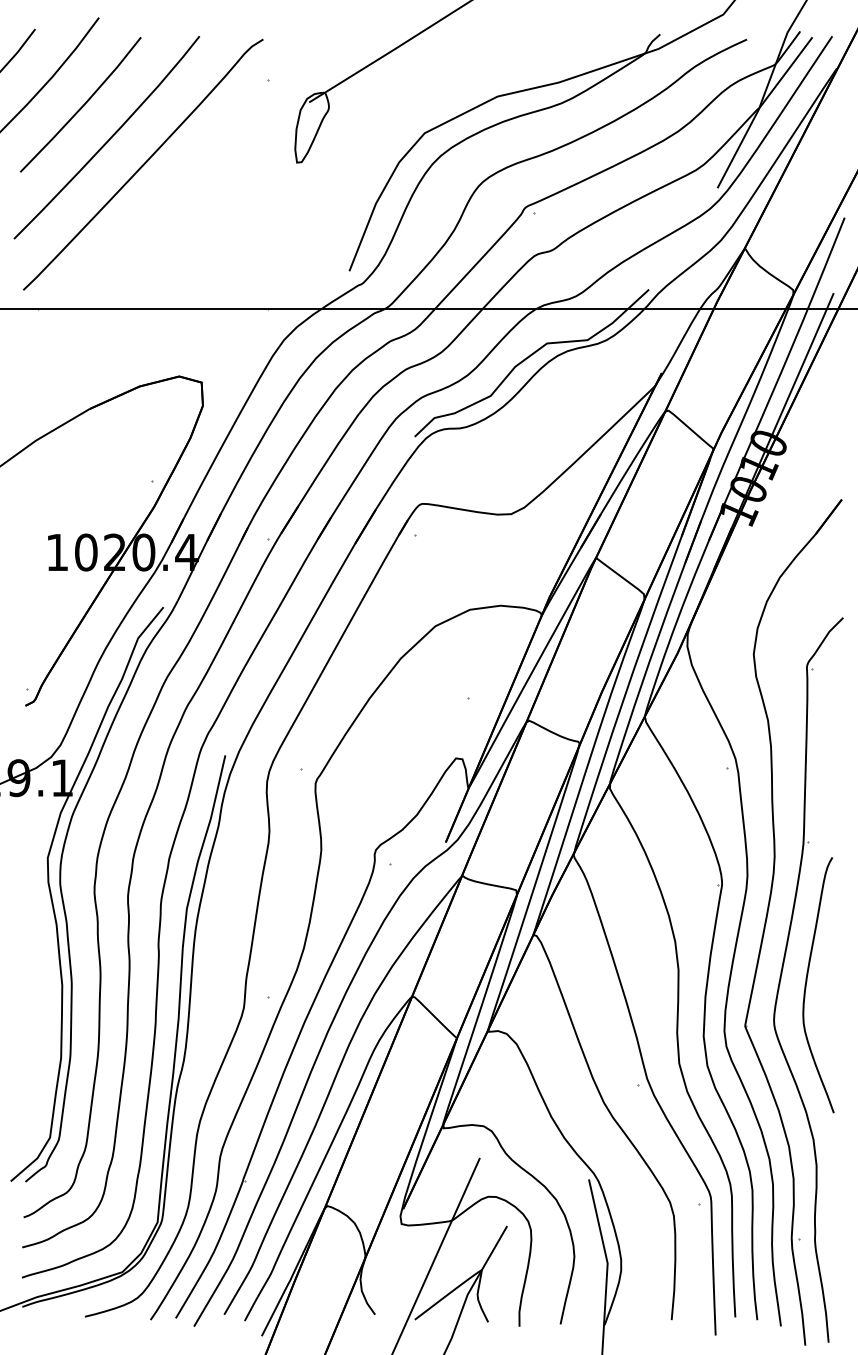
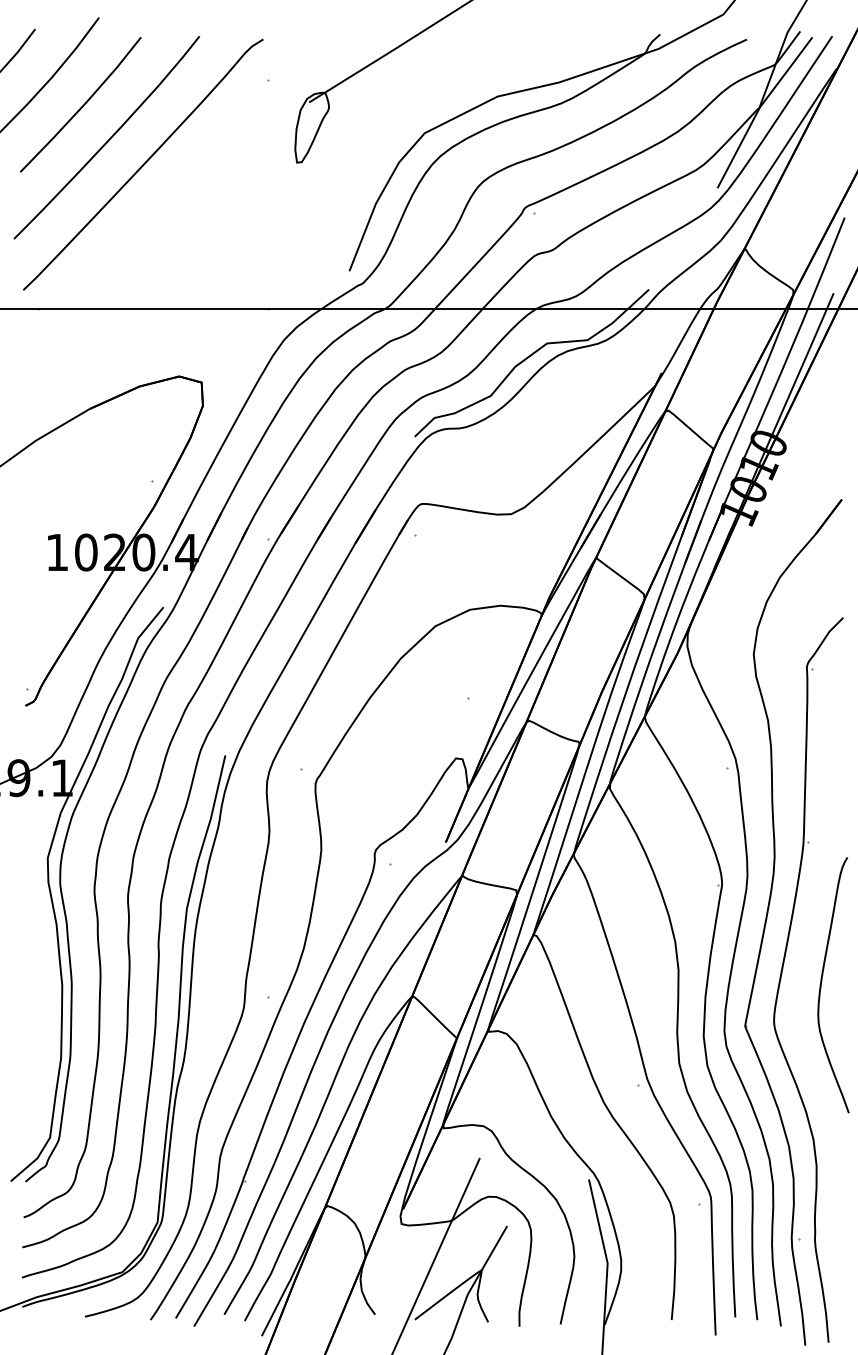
curve at (807, 981) position: (807, 981) -> (822, 981)
